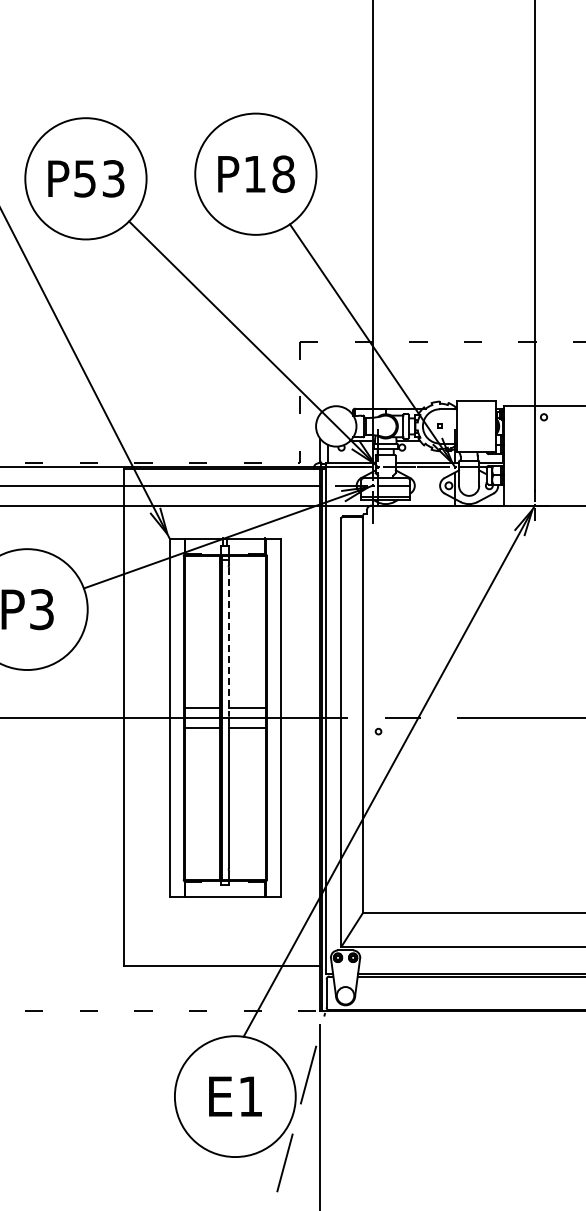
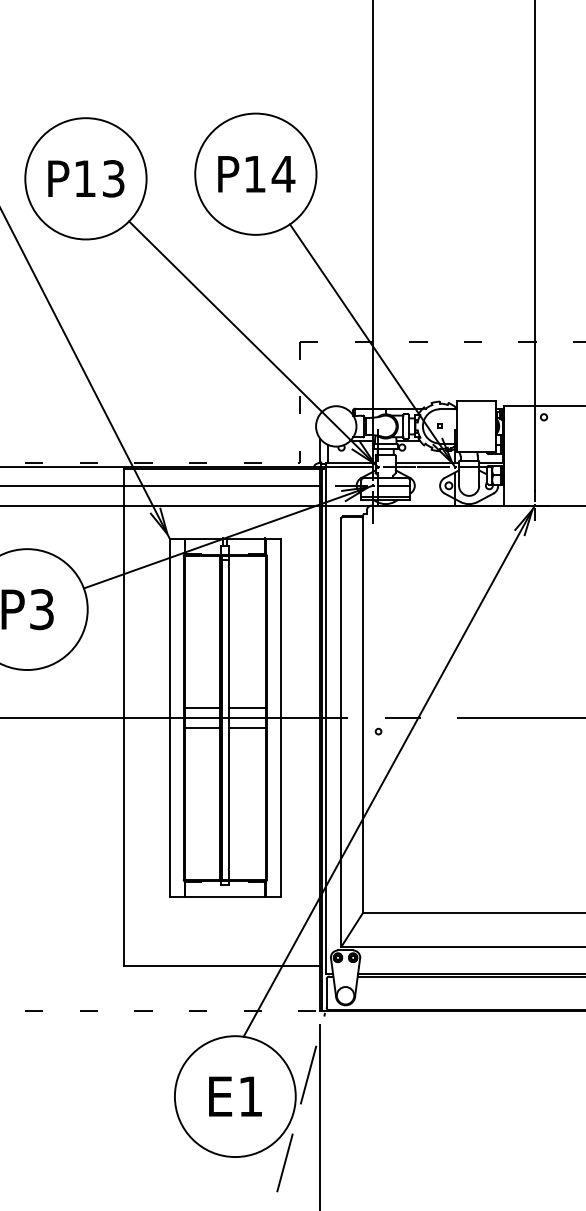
text at (283, 174): P18 -> P14
text at (84, 178): P53 -> P13
line at (229, 642): dashed -> solid
